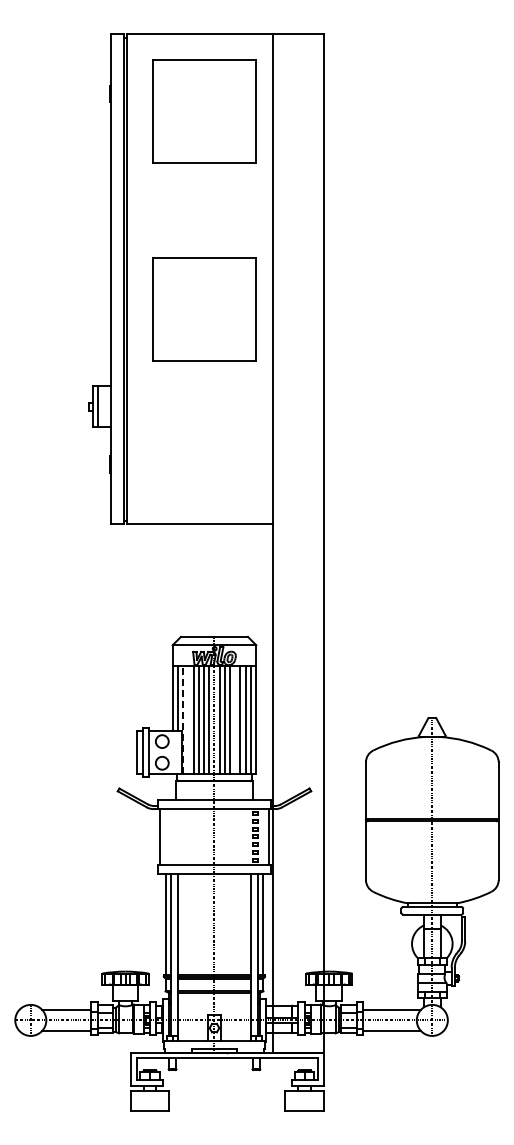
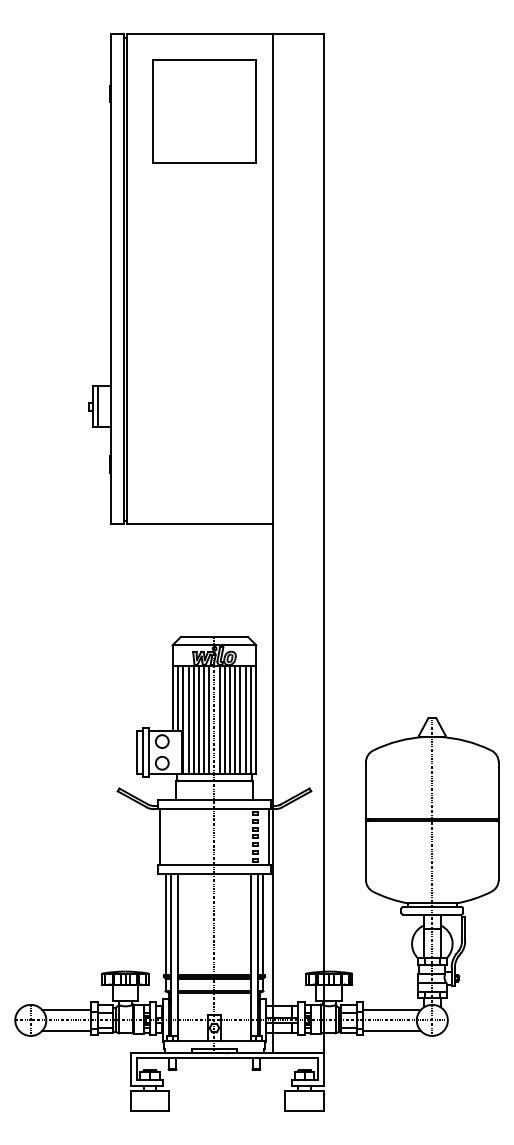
part at (204, 309): present -> none
line at (183, 719): dashed -> solid
line at (188, 719): none -> present
line at (235, 719): none -> present
